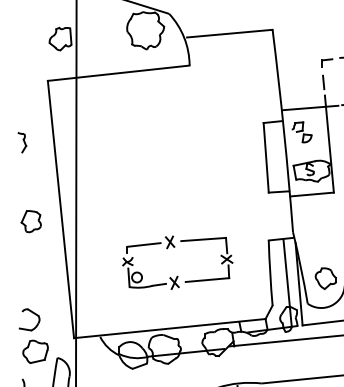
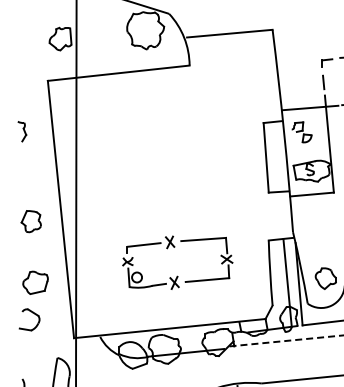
part at (22, 142) position: (22, 142) -> (22, 131)
line at (285, 340): solid -> dashed
part at (35, 351) position: (35, 351) -> (35, 282)
